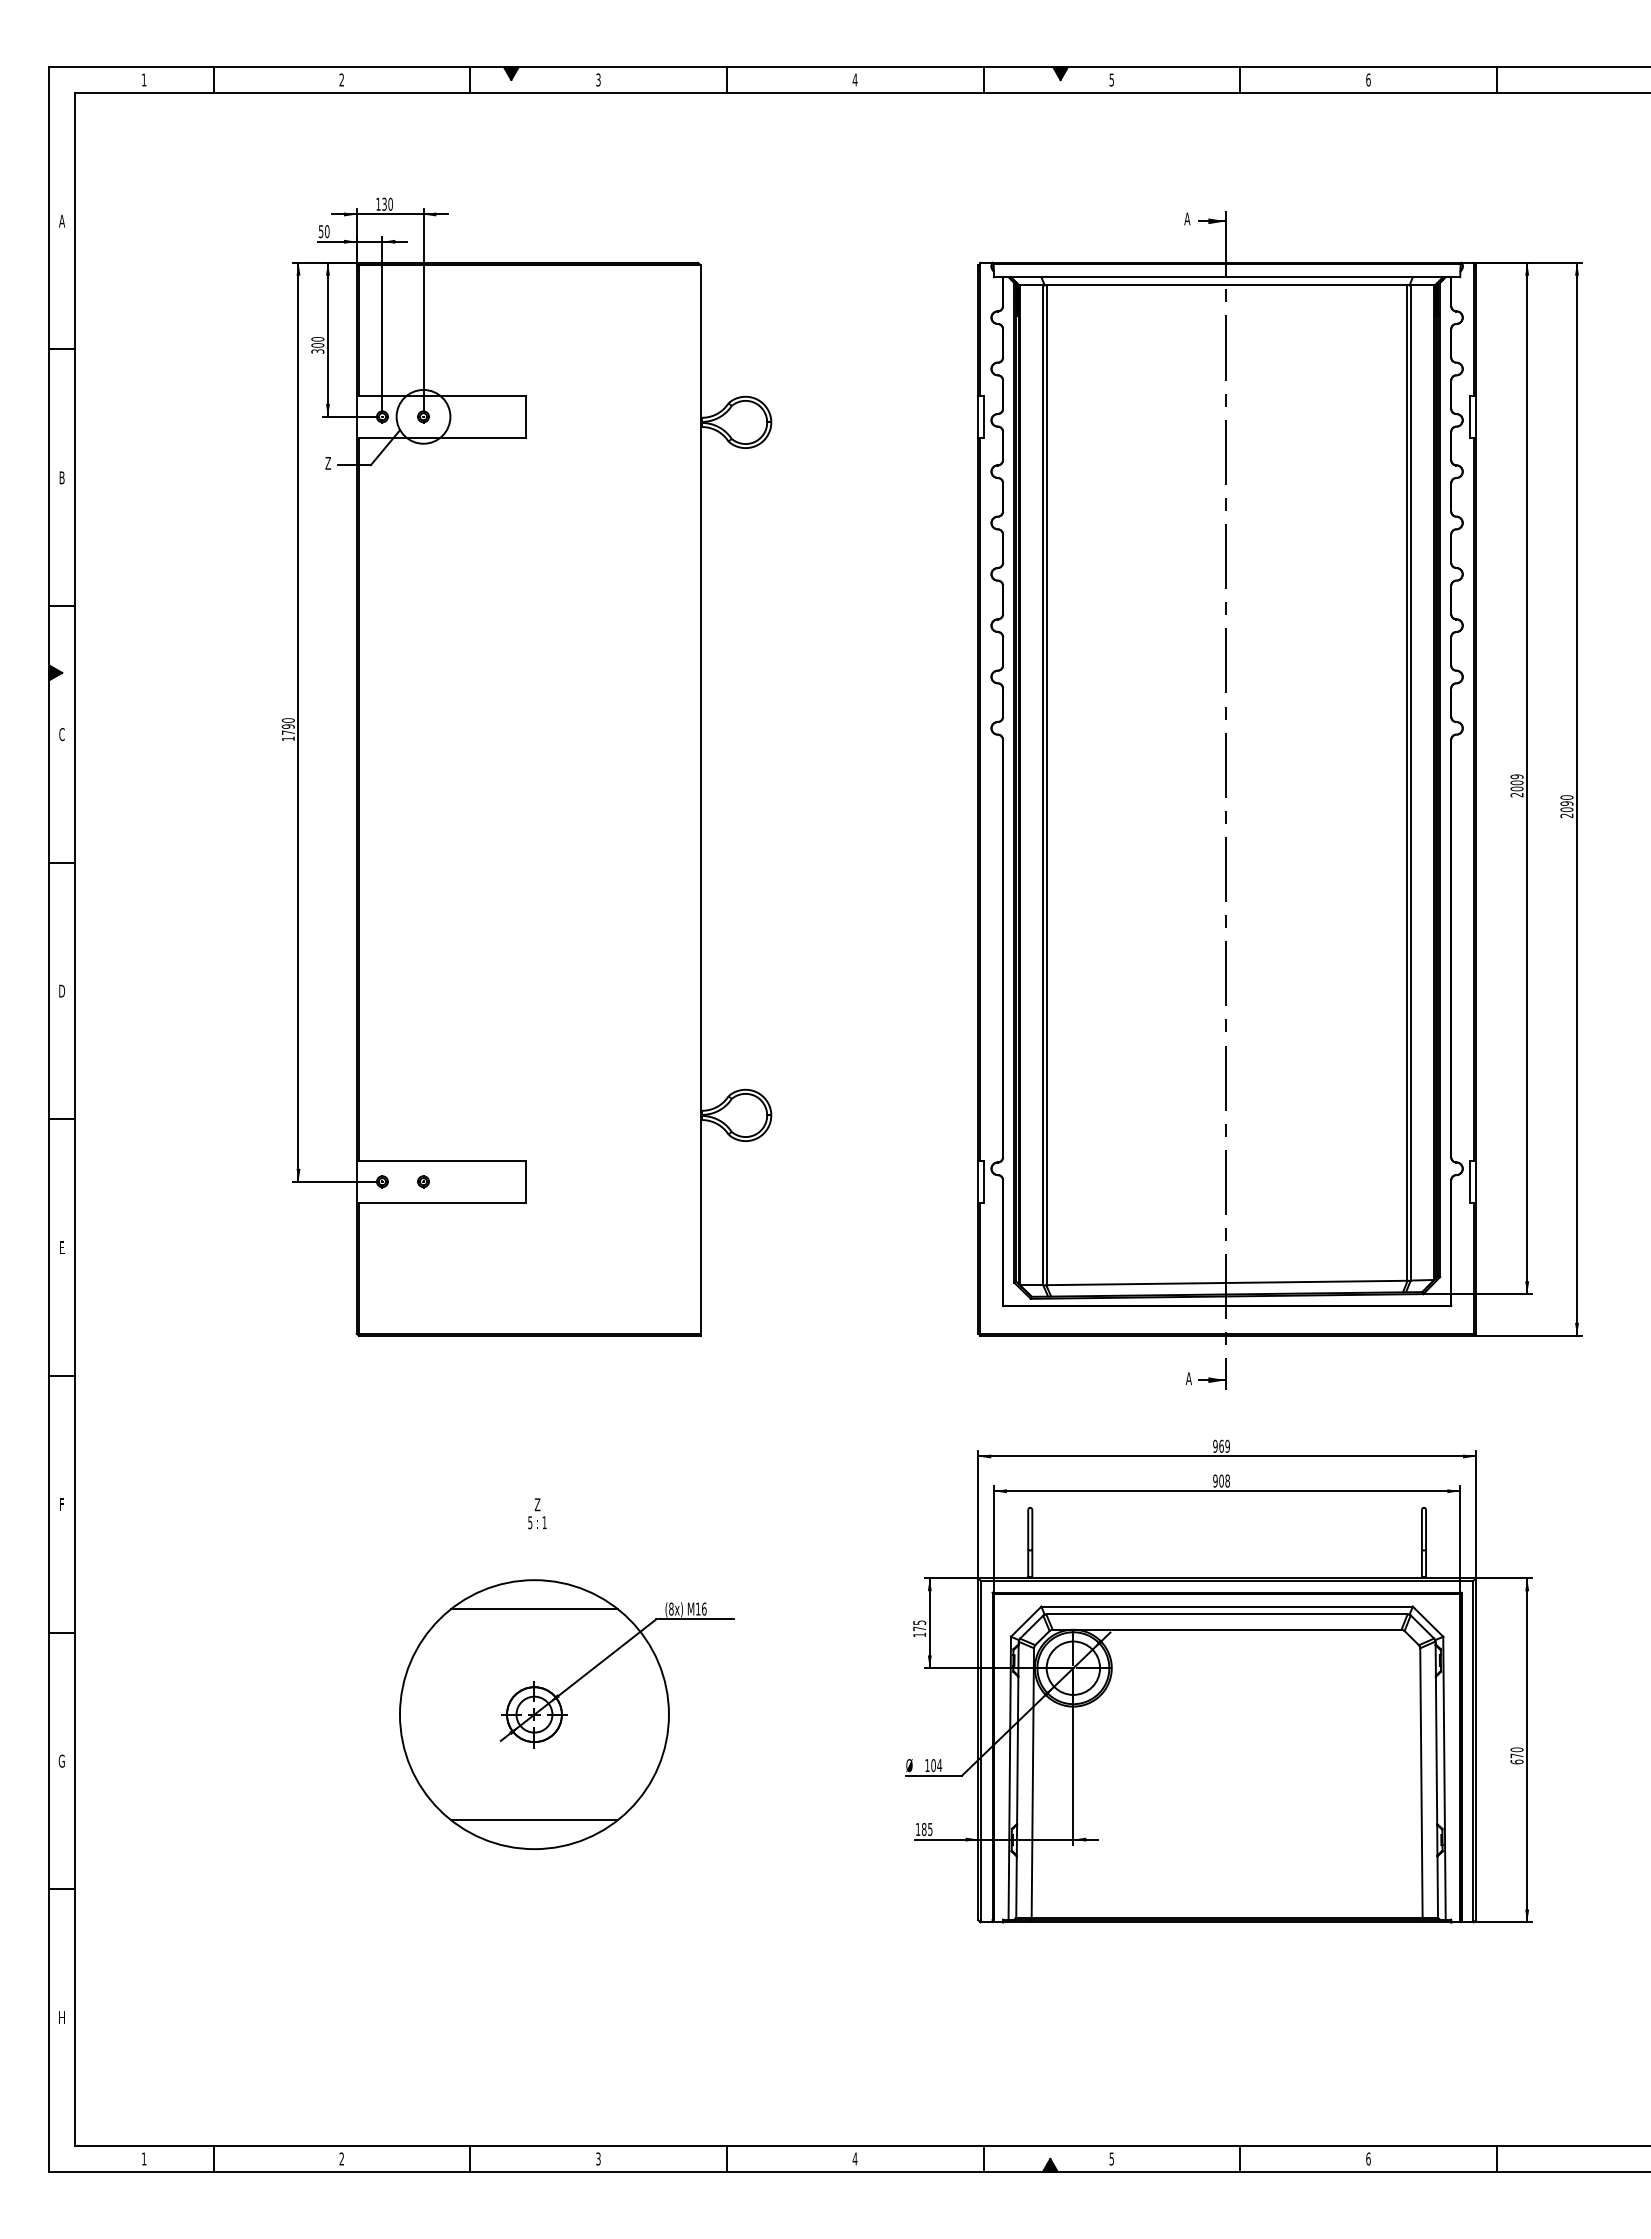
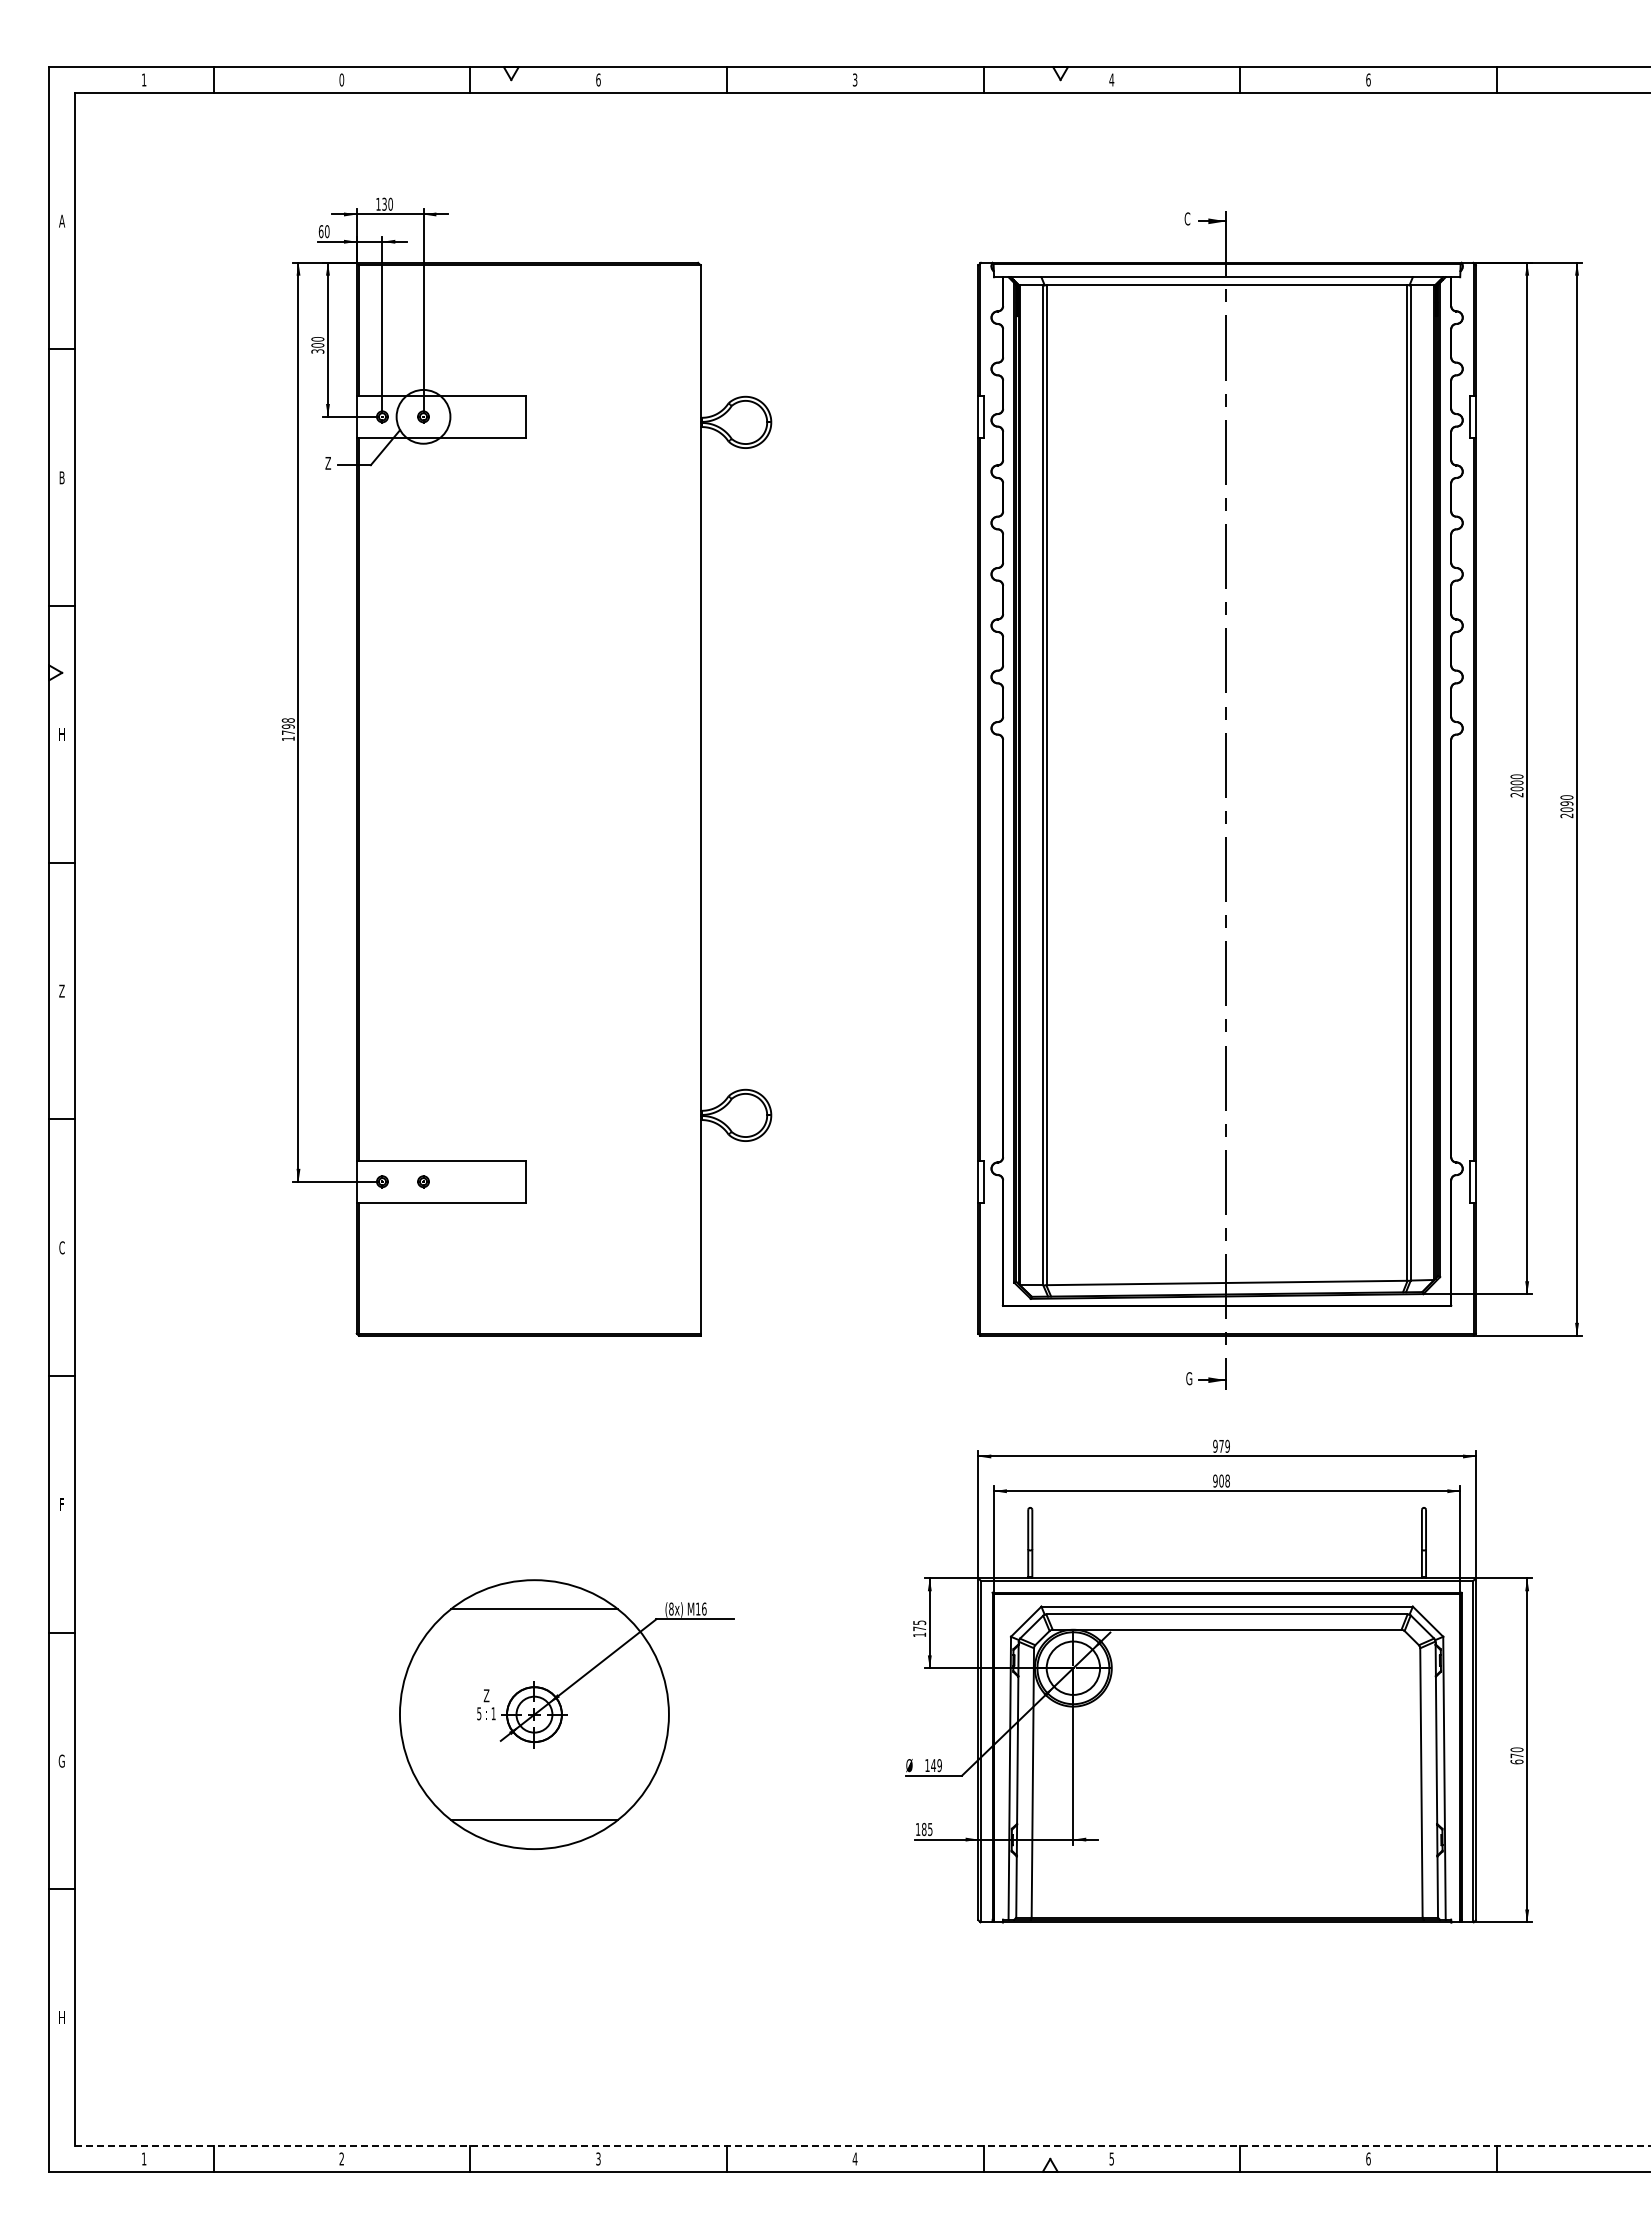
fill at (510, 73): present -> none
fill at (1060, 73): present -> none
text at (341, 79): 2 -> 0
text at (598, 79): 3 -> 6
text at (854, 79): 4 -> 3
text at (1111, 79): 5 -> 4
text at (1187, 218): A -> C
text at (320, 231): 50 -> 60
fill at (55, 672): present -> none
text at (288, 720): 1790 -> 1798
text at (61, 734): C -> H
text at (1516, 776): 2009 -> 2000
text at (62, 990): D -> Z
text at (61, 1247): E -> C
text at (1188, 1378): A -> G
text at (1221, 1445): 969 -> 979
text at (537, 1513) position: (537, 1513) -> (486, 1704)
text at (936, 1765): 104 -> 149
line at (862, 2146): solid -> dashed
fill at (1049, 2164): present -> none
